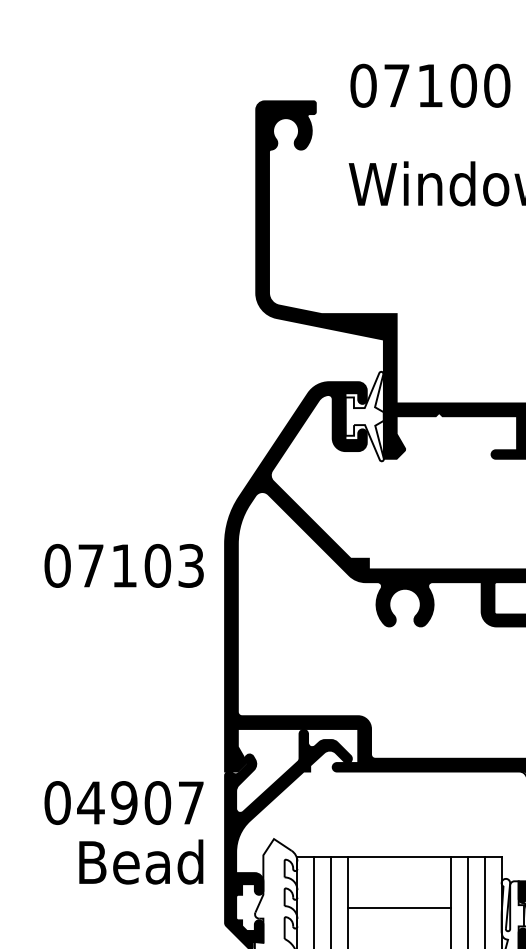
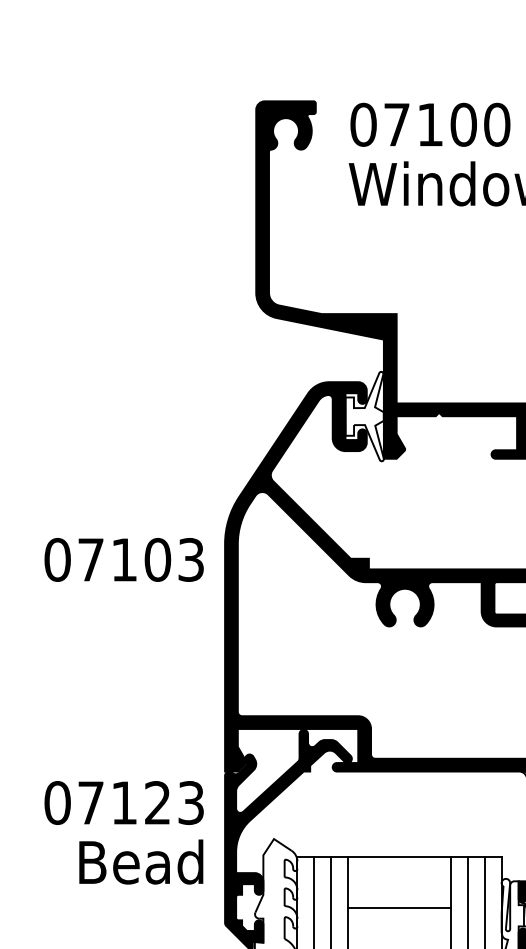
text at (430, 85) position: (430, 85) -> (430, 124)
text at (123, 565) position: (123, 565) -> (123, 559)
text at (140, 802): 04907 -> 07123
